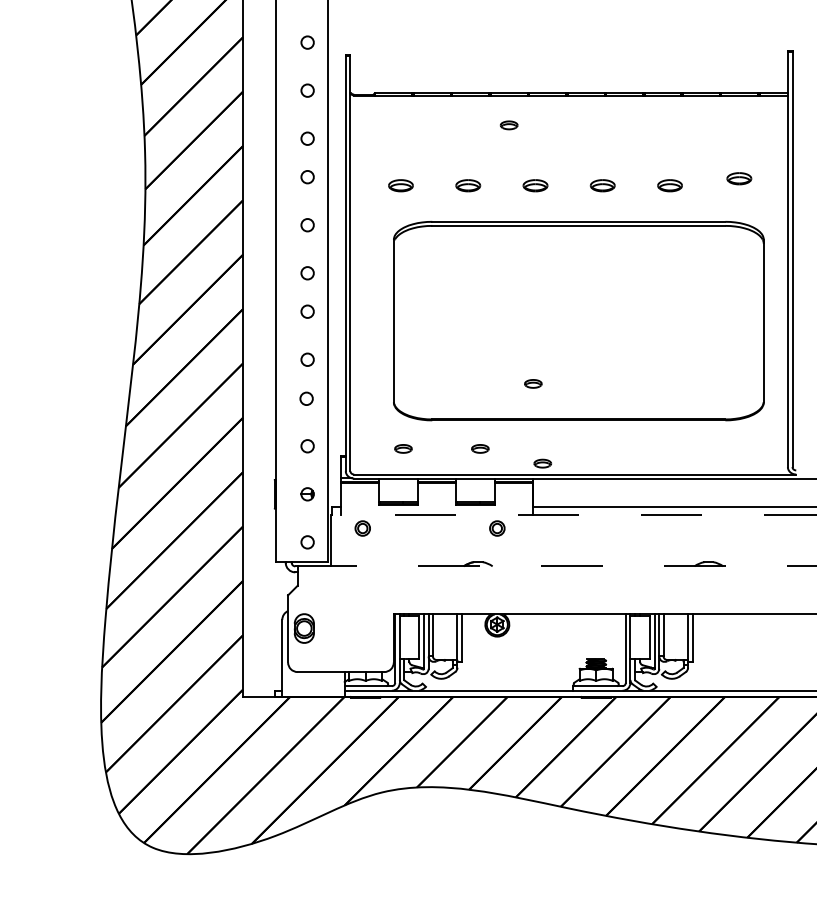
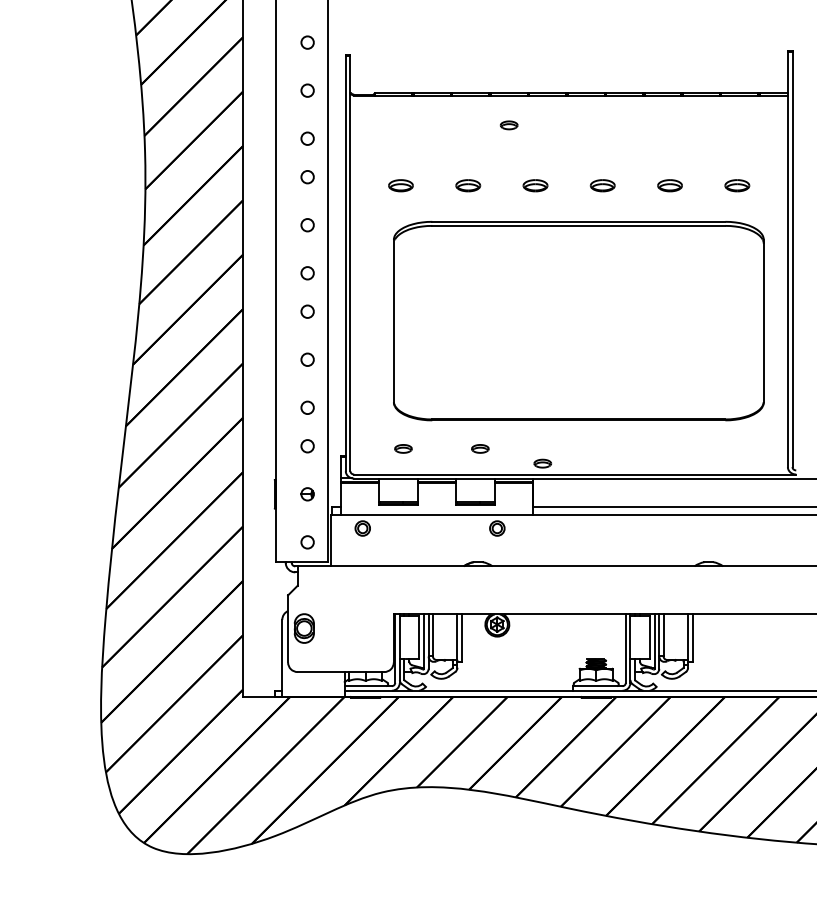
part at (739, 178) position: (739, 178) -> (737, 185)
part at (533, 383): present -> none
circle at (306, 398) position: (306, 398) -> (307, 407)
line at (573, 514): dashed -> solid
line at (556, 566): dashed -> solid
